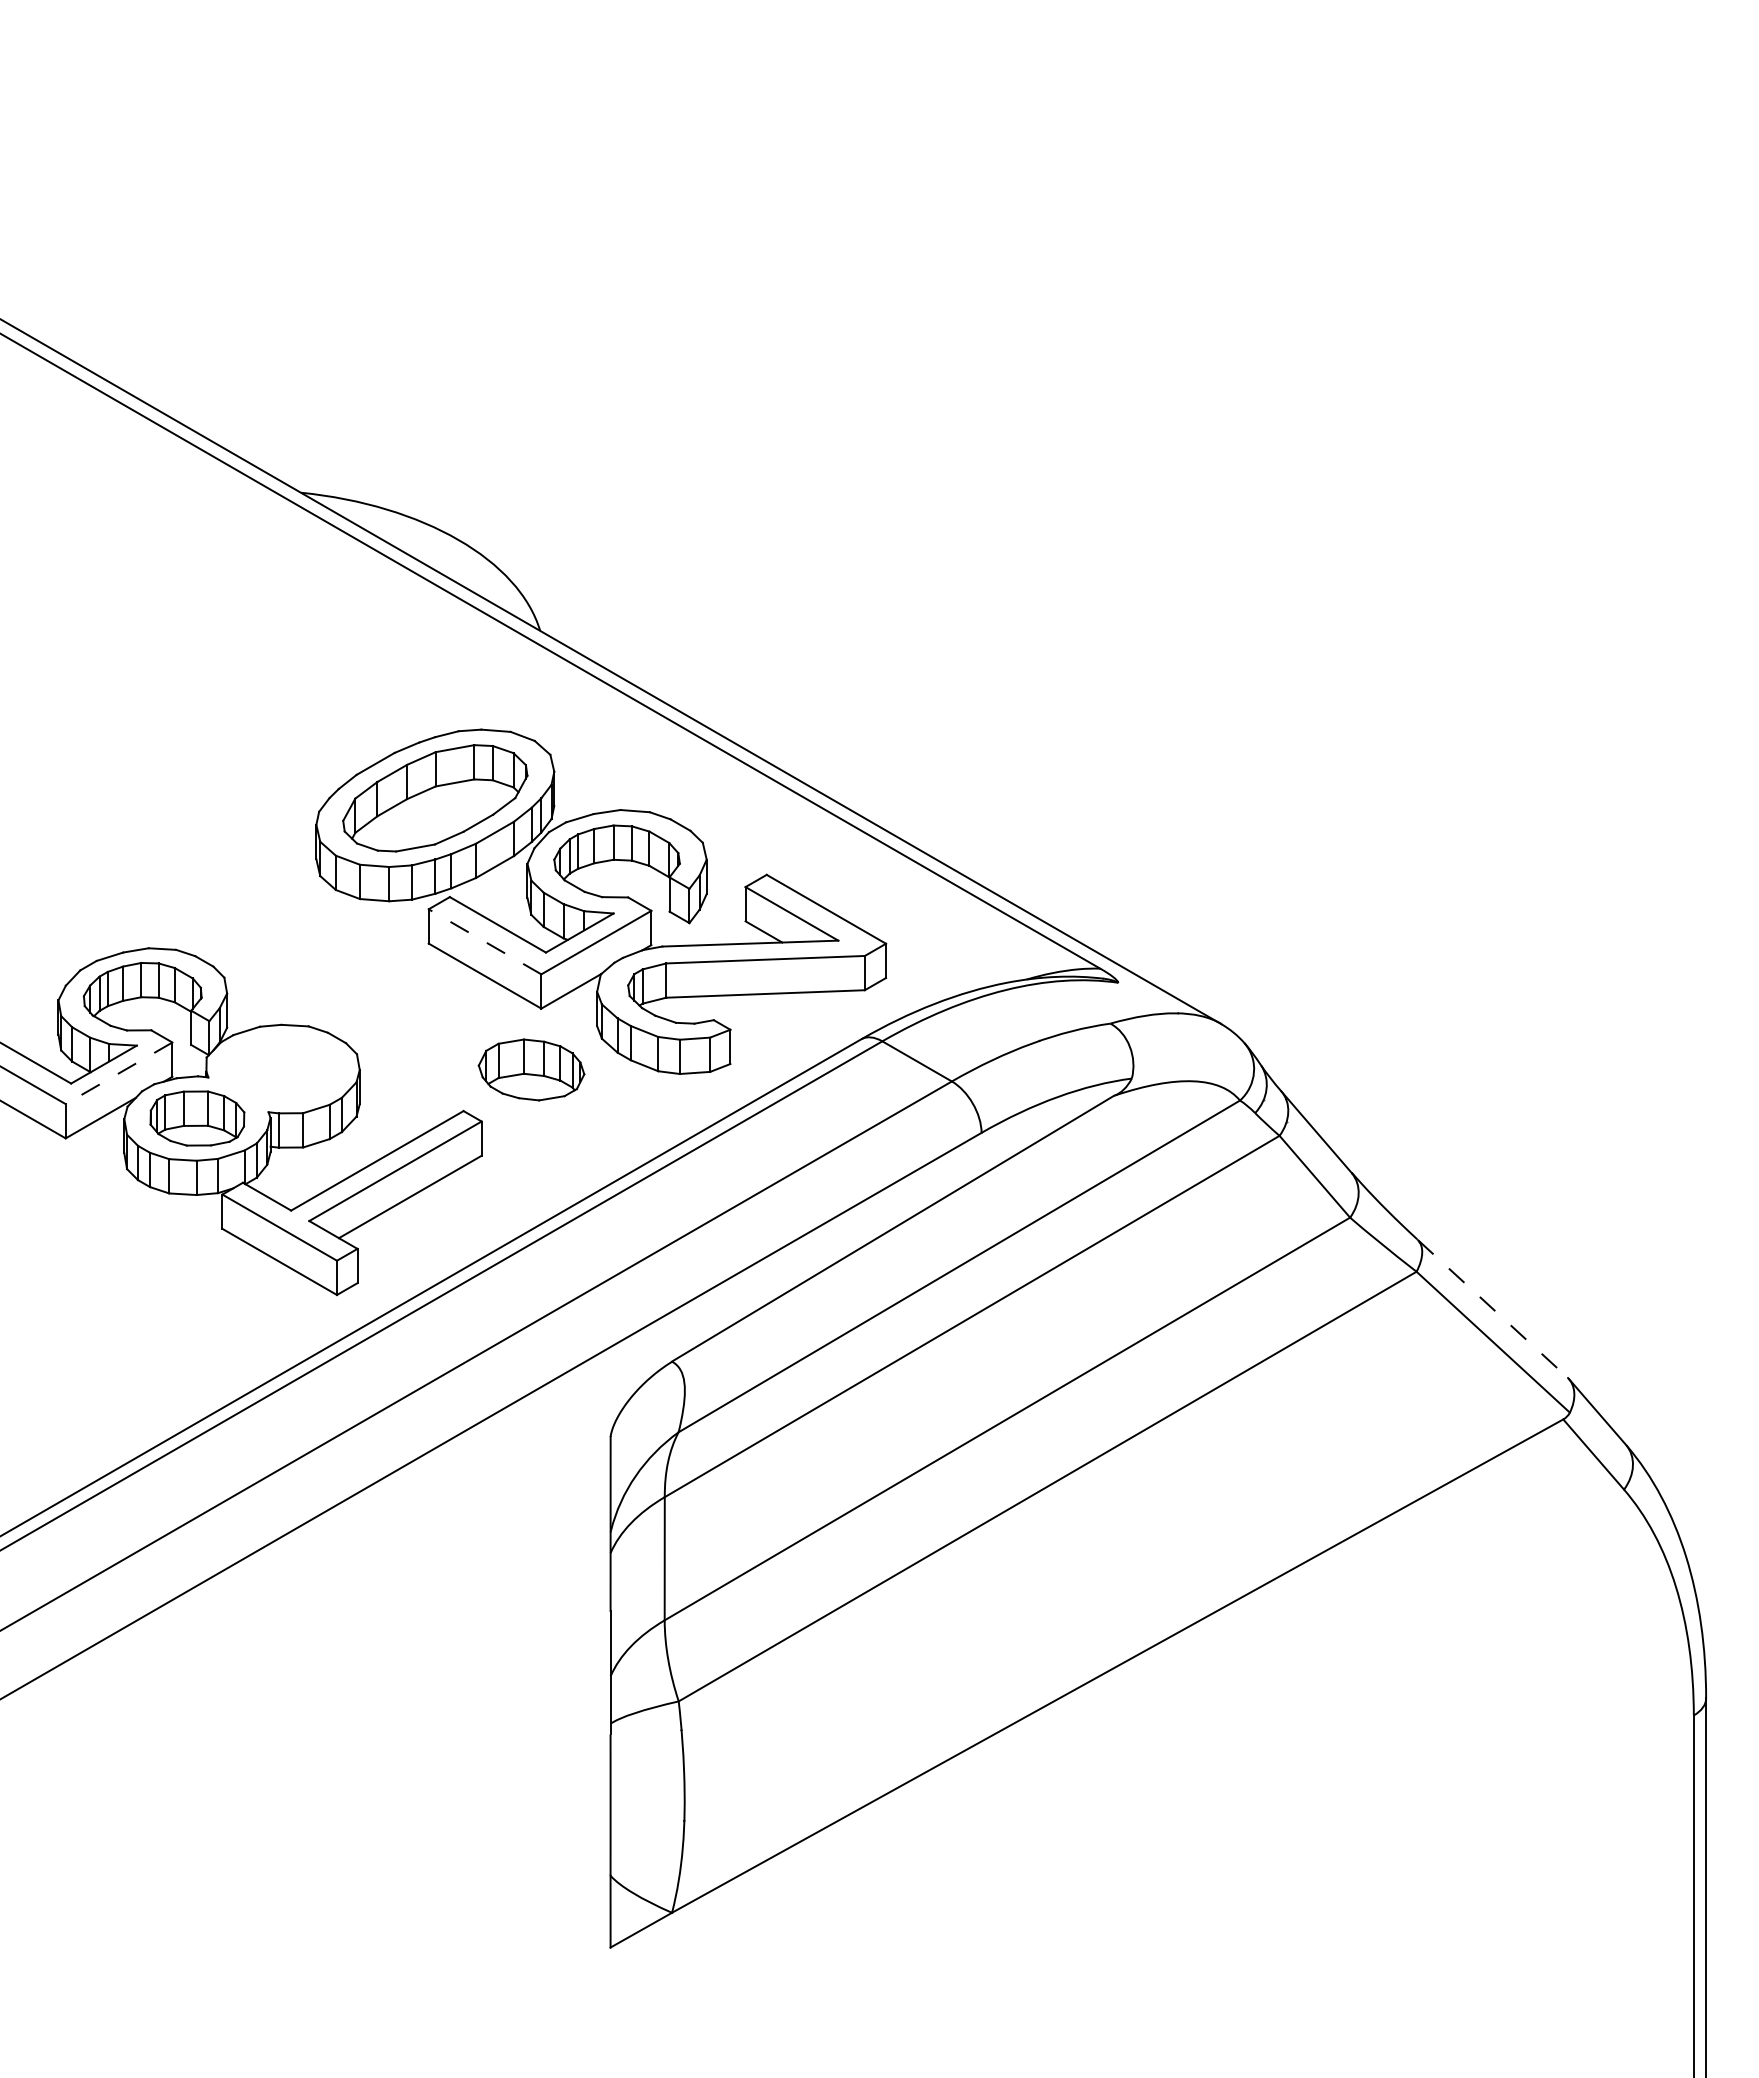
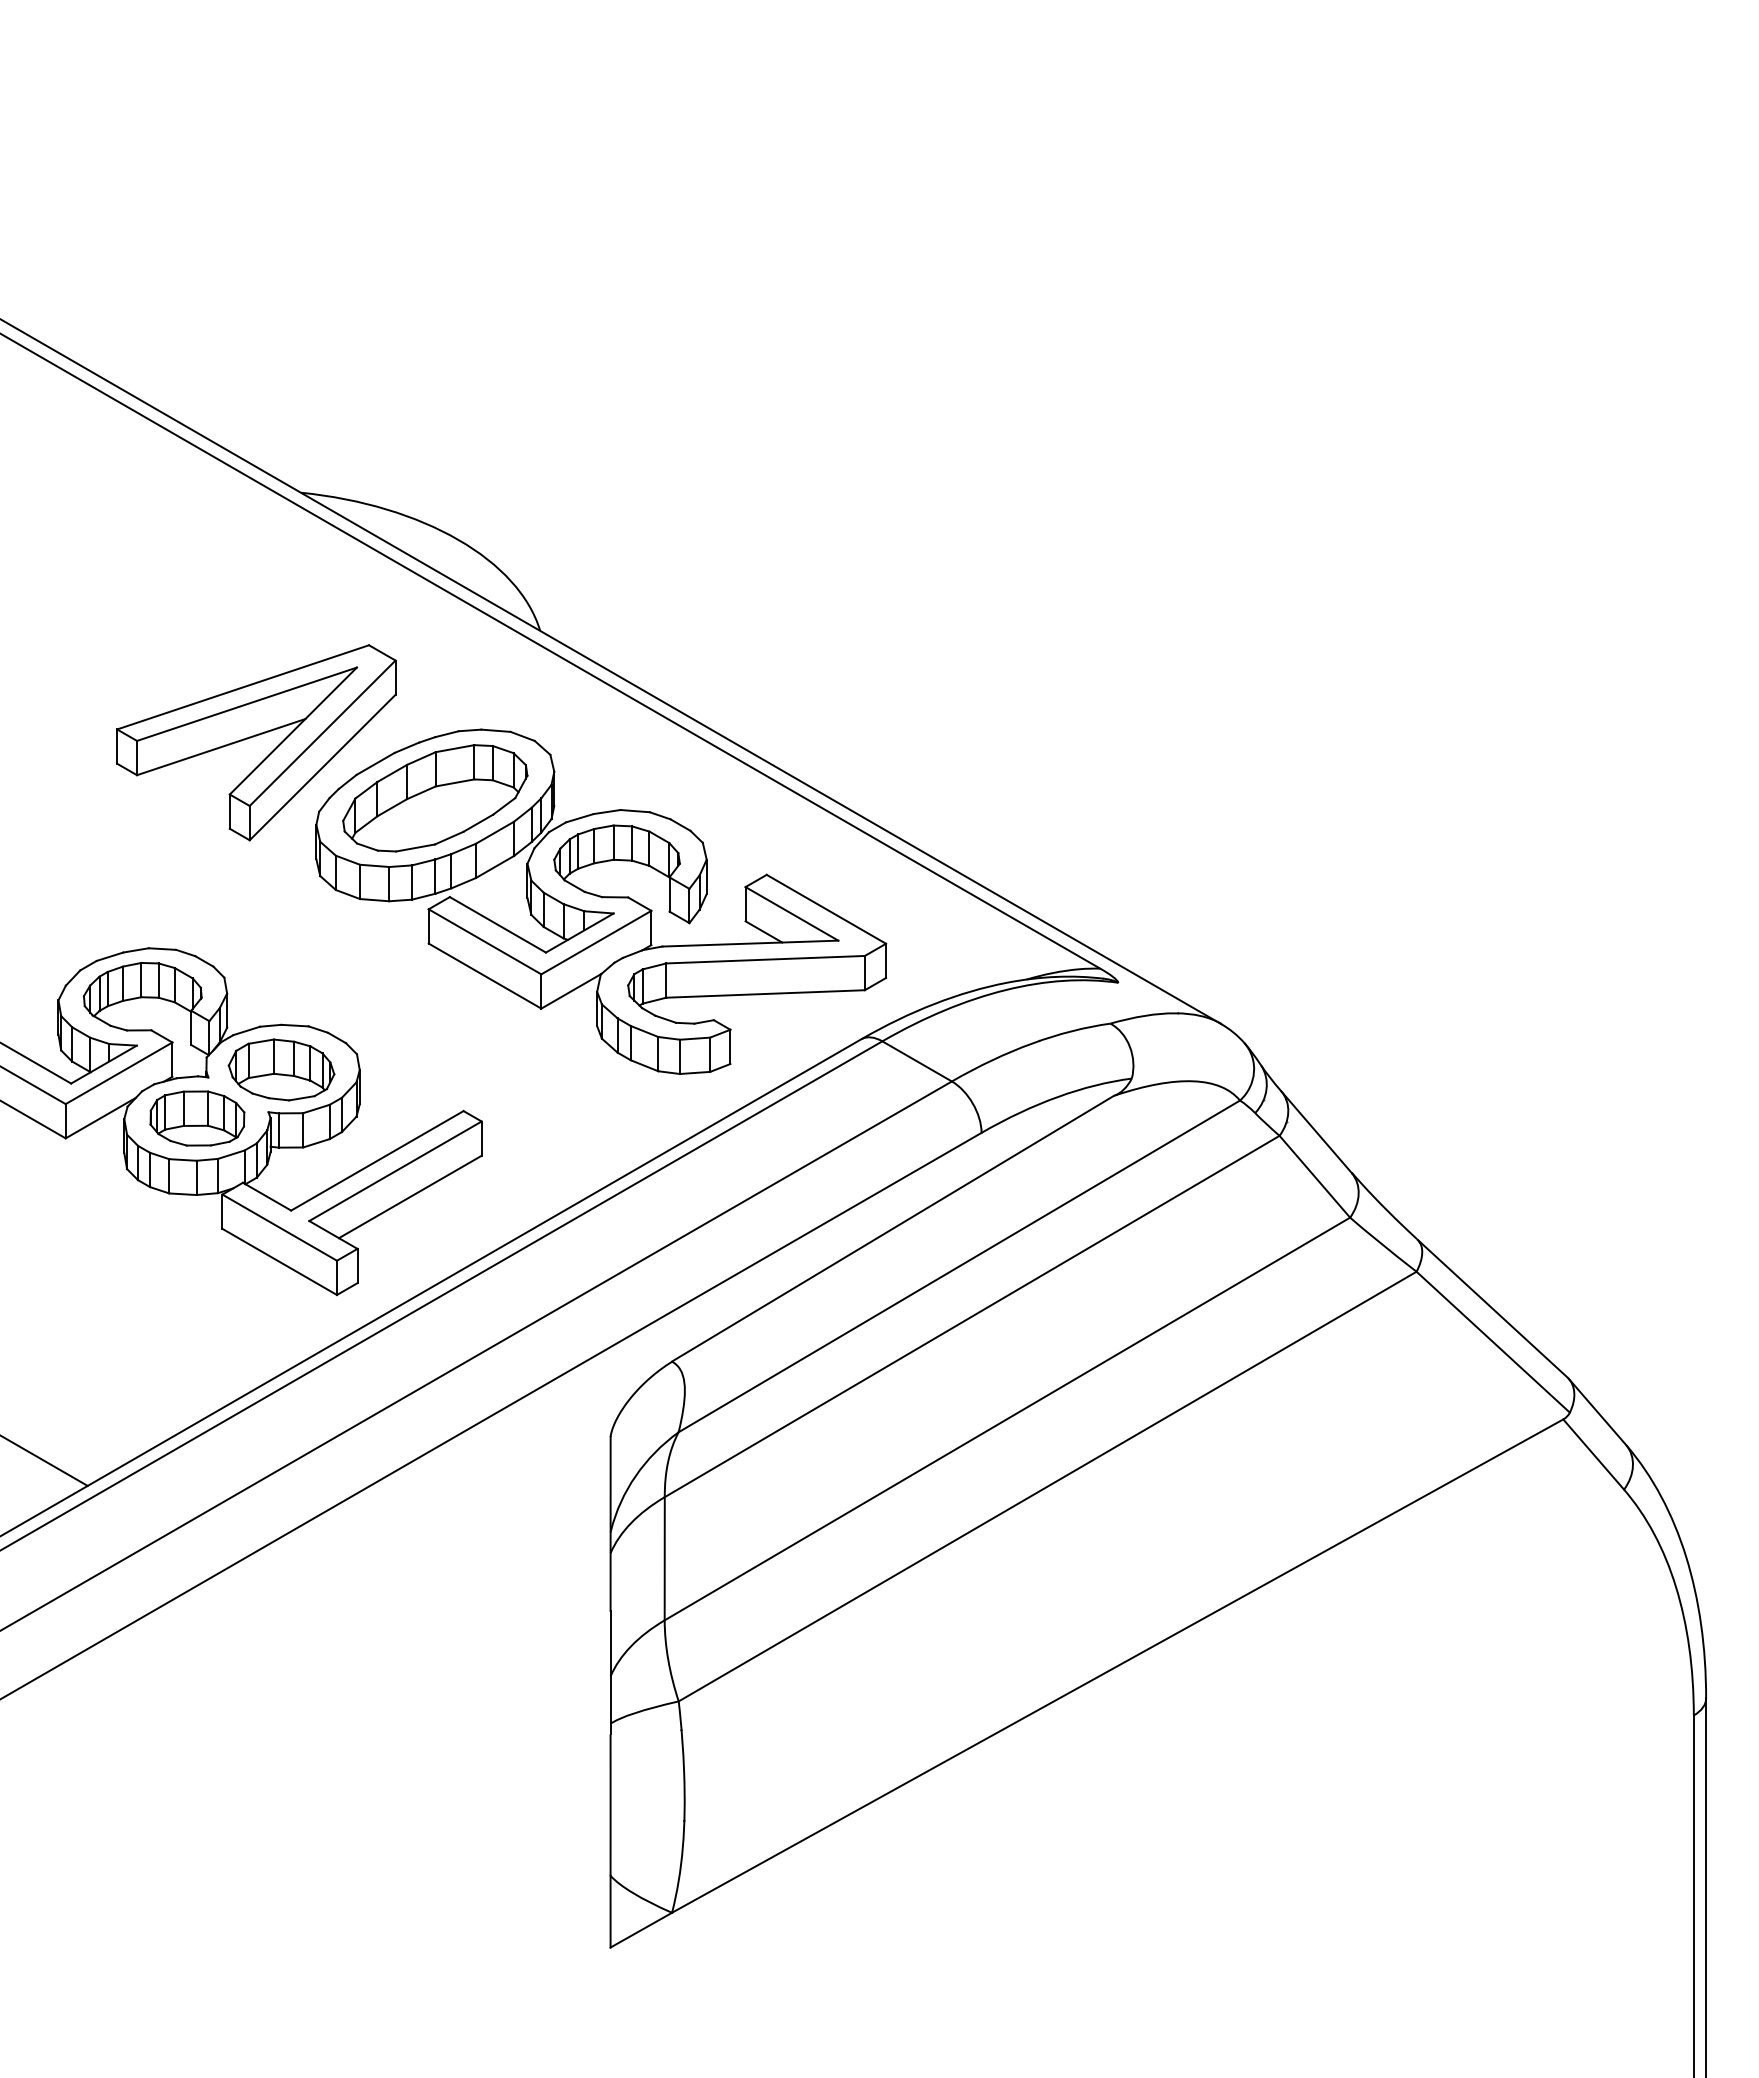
part at (256, 742): none -> present
line at (484, 941): dashed -> solid
part at (531, 1069) position: (531, 1069) -> (281, 1069)
line at (119, 1073): dashed -> solid
line at (1493, 1309): dashed -> solid
line at (44, 1460): none -> present
